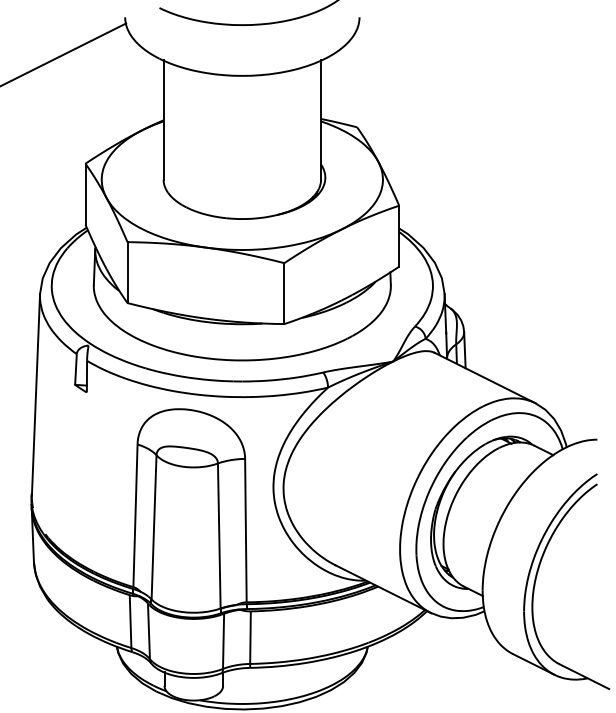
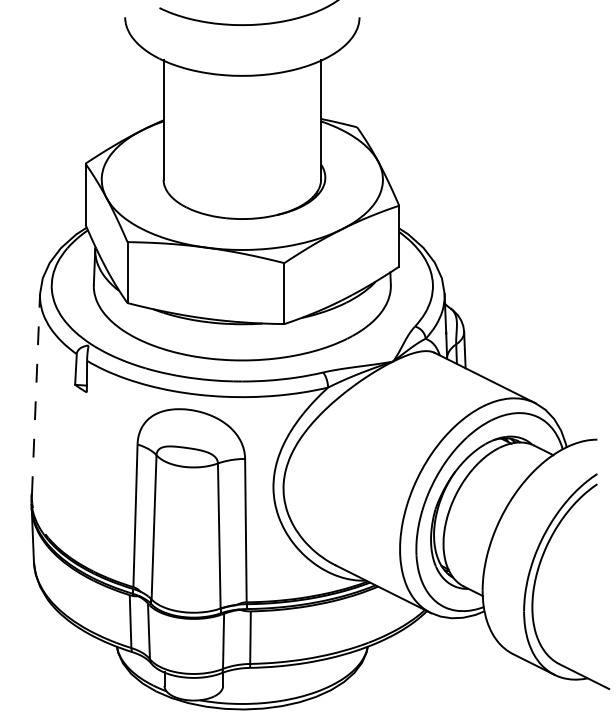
line at (64, 54): present -> none
line at (36, 394): solid -> dashed
